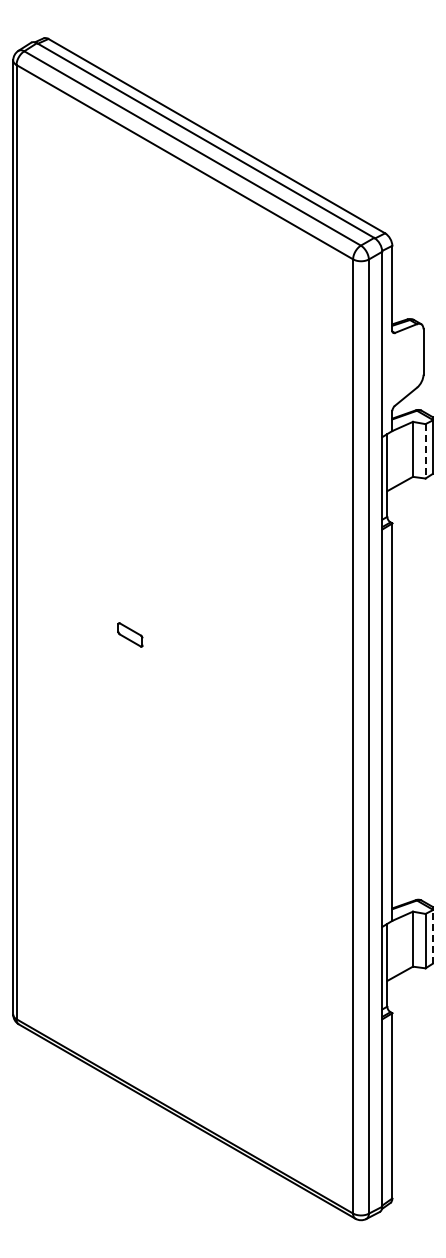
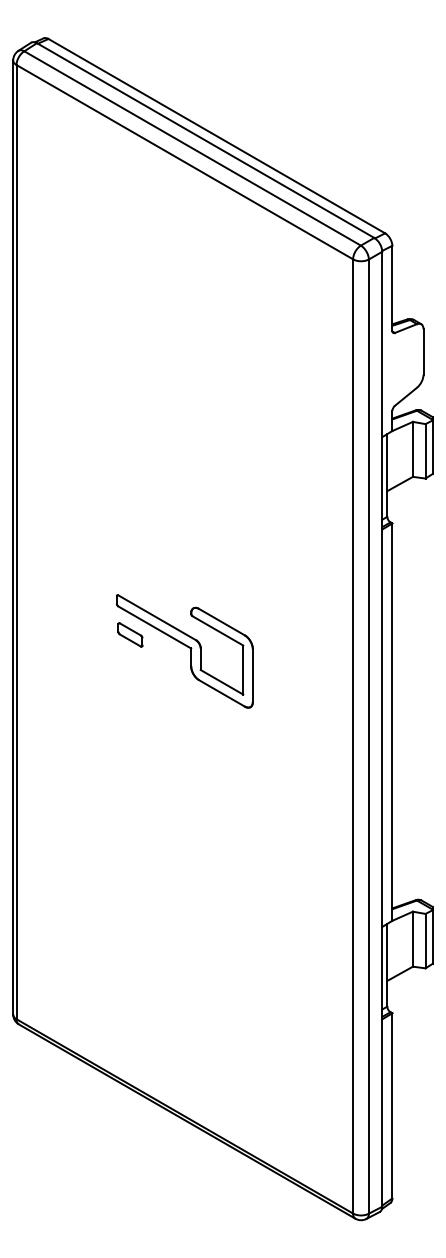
line at (425, 451): dashed -> solid
part at (184, 651): none -> present
line at (432, 936): dashed -> solid
